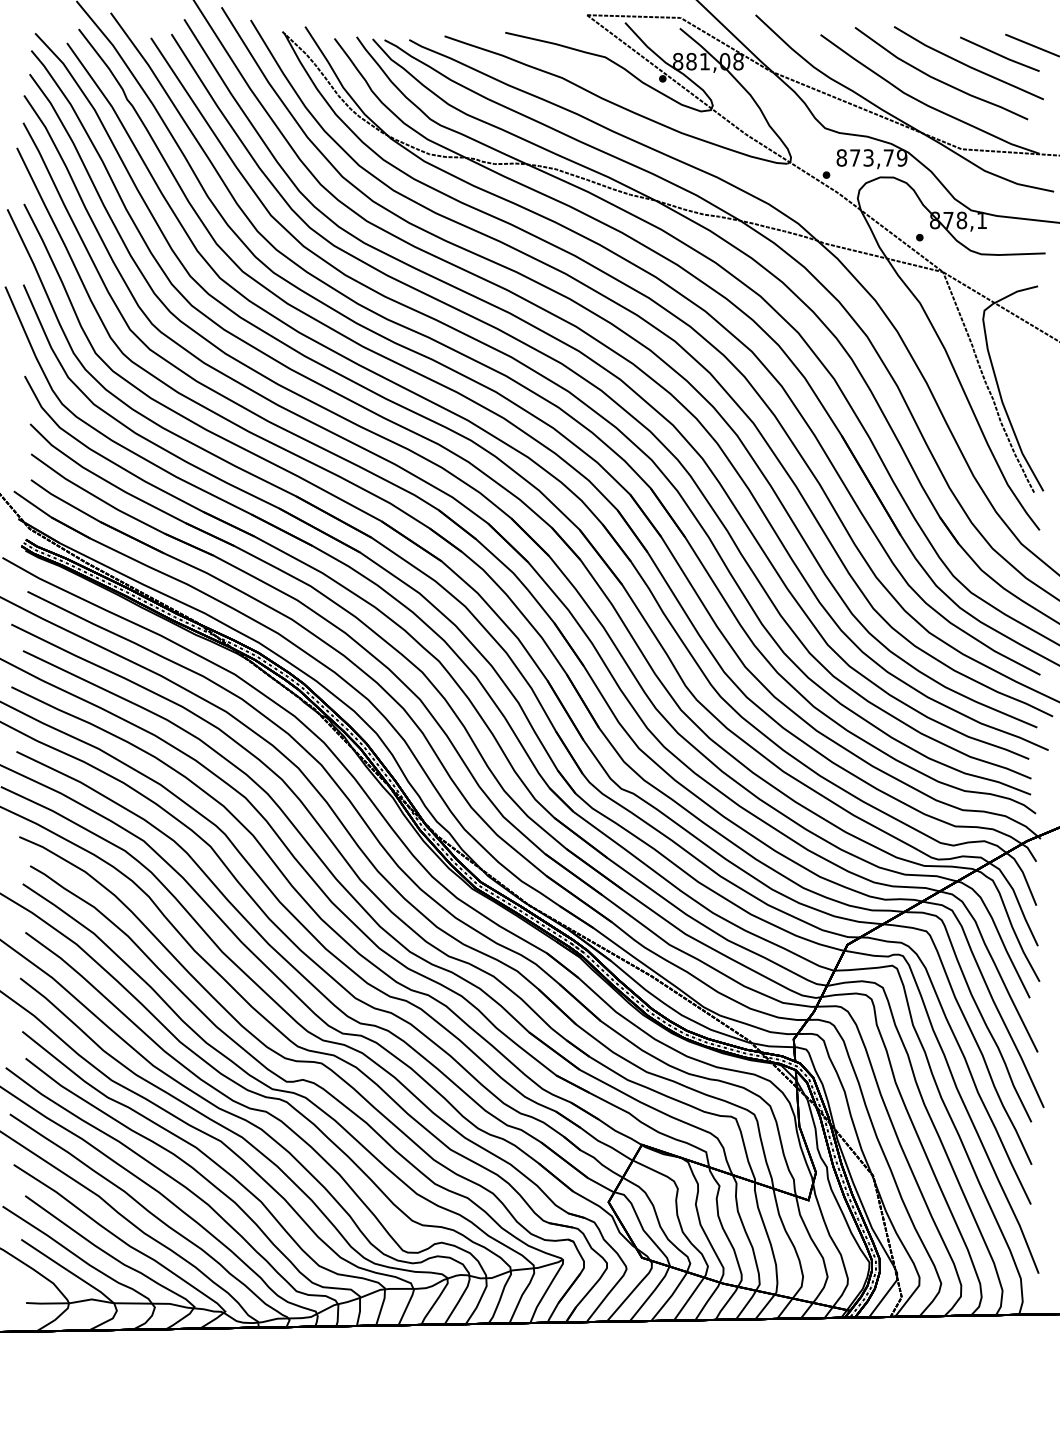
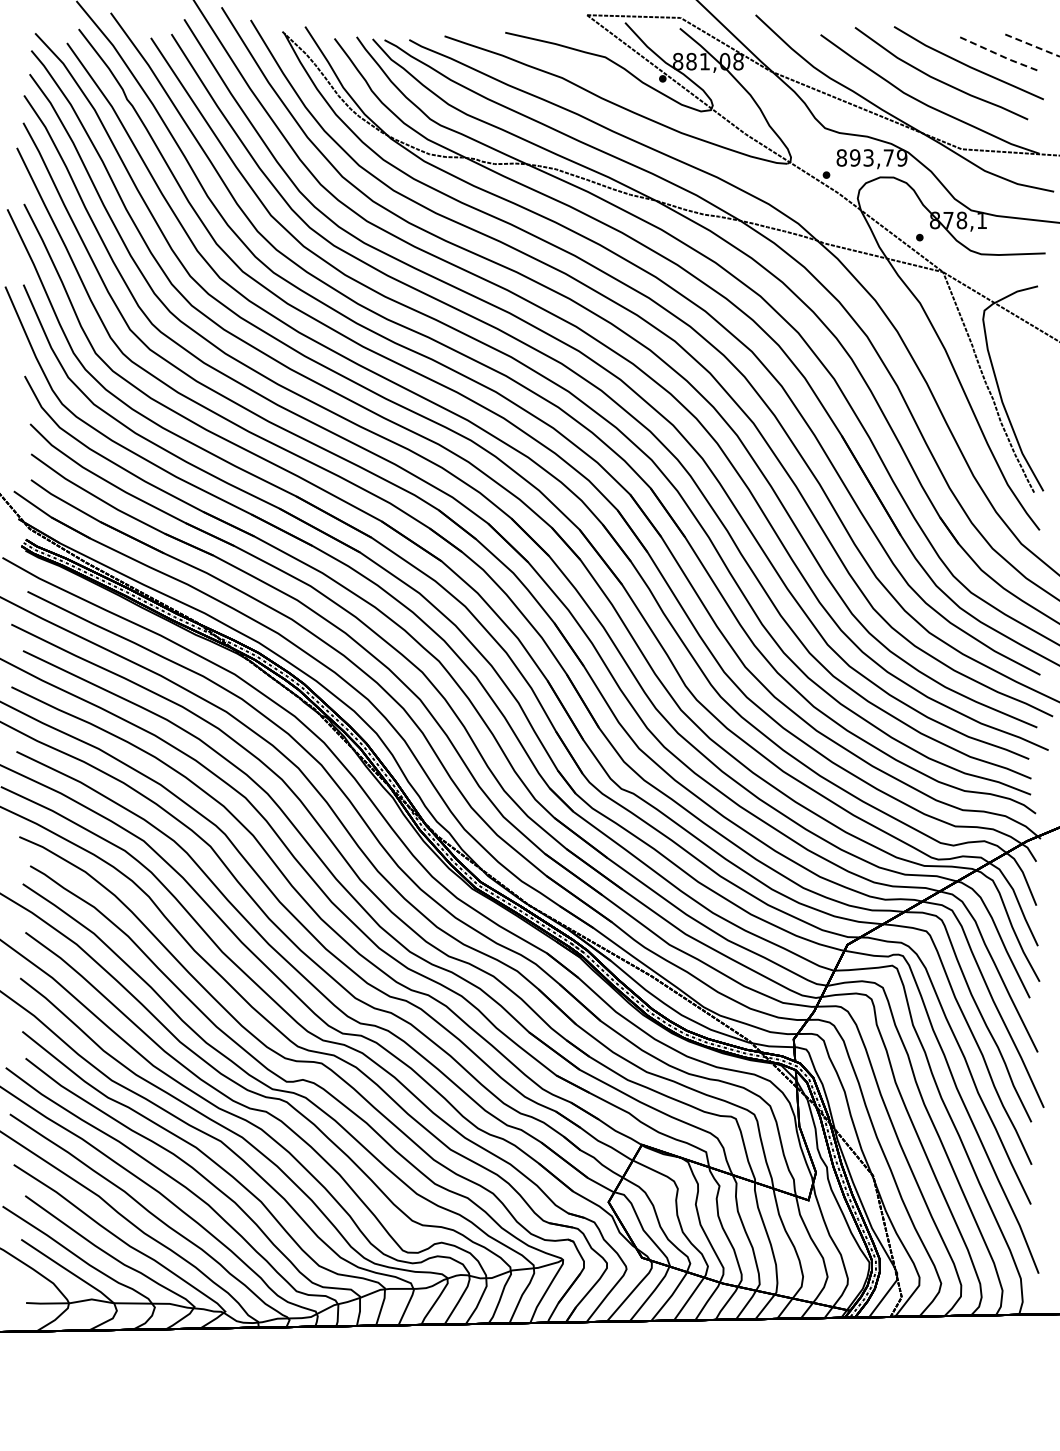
line at (1032, 45): solid -> dashed
line at (1000, 55): solid -> dashed
text at (855, 157): 873,79 -> 893,79
